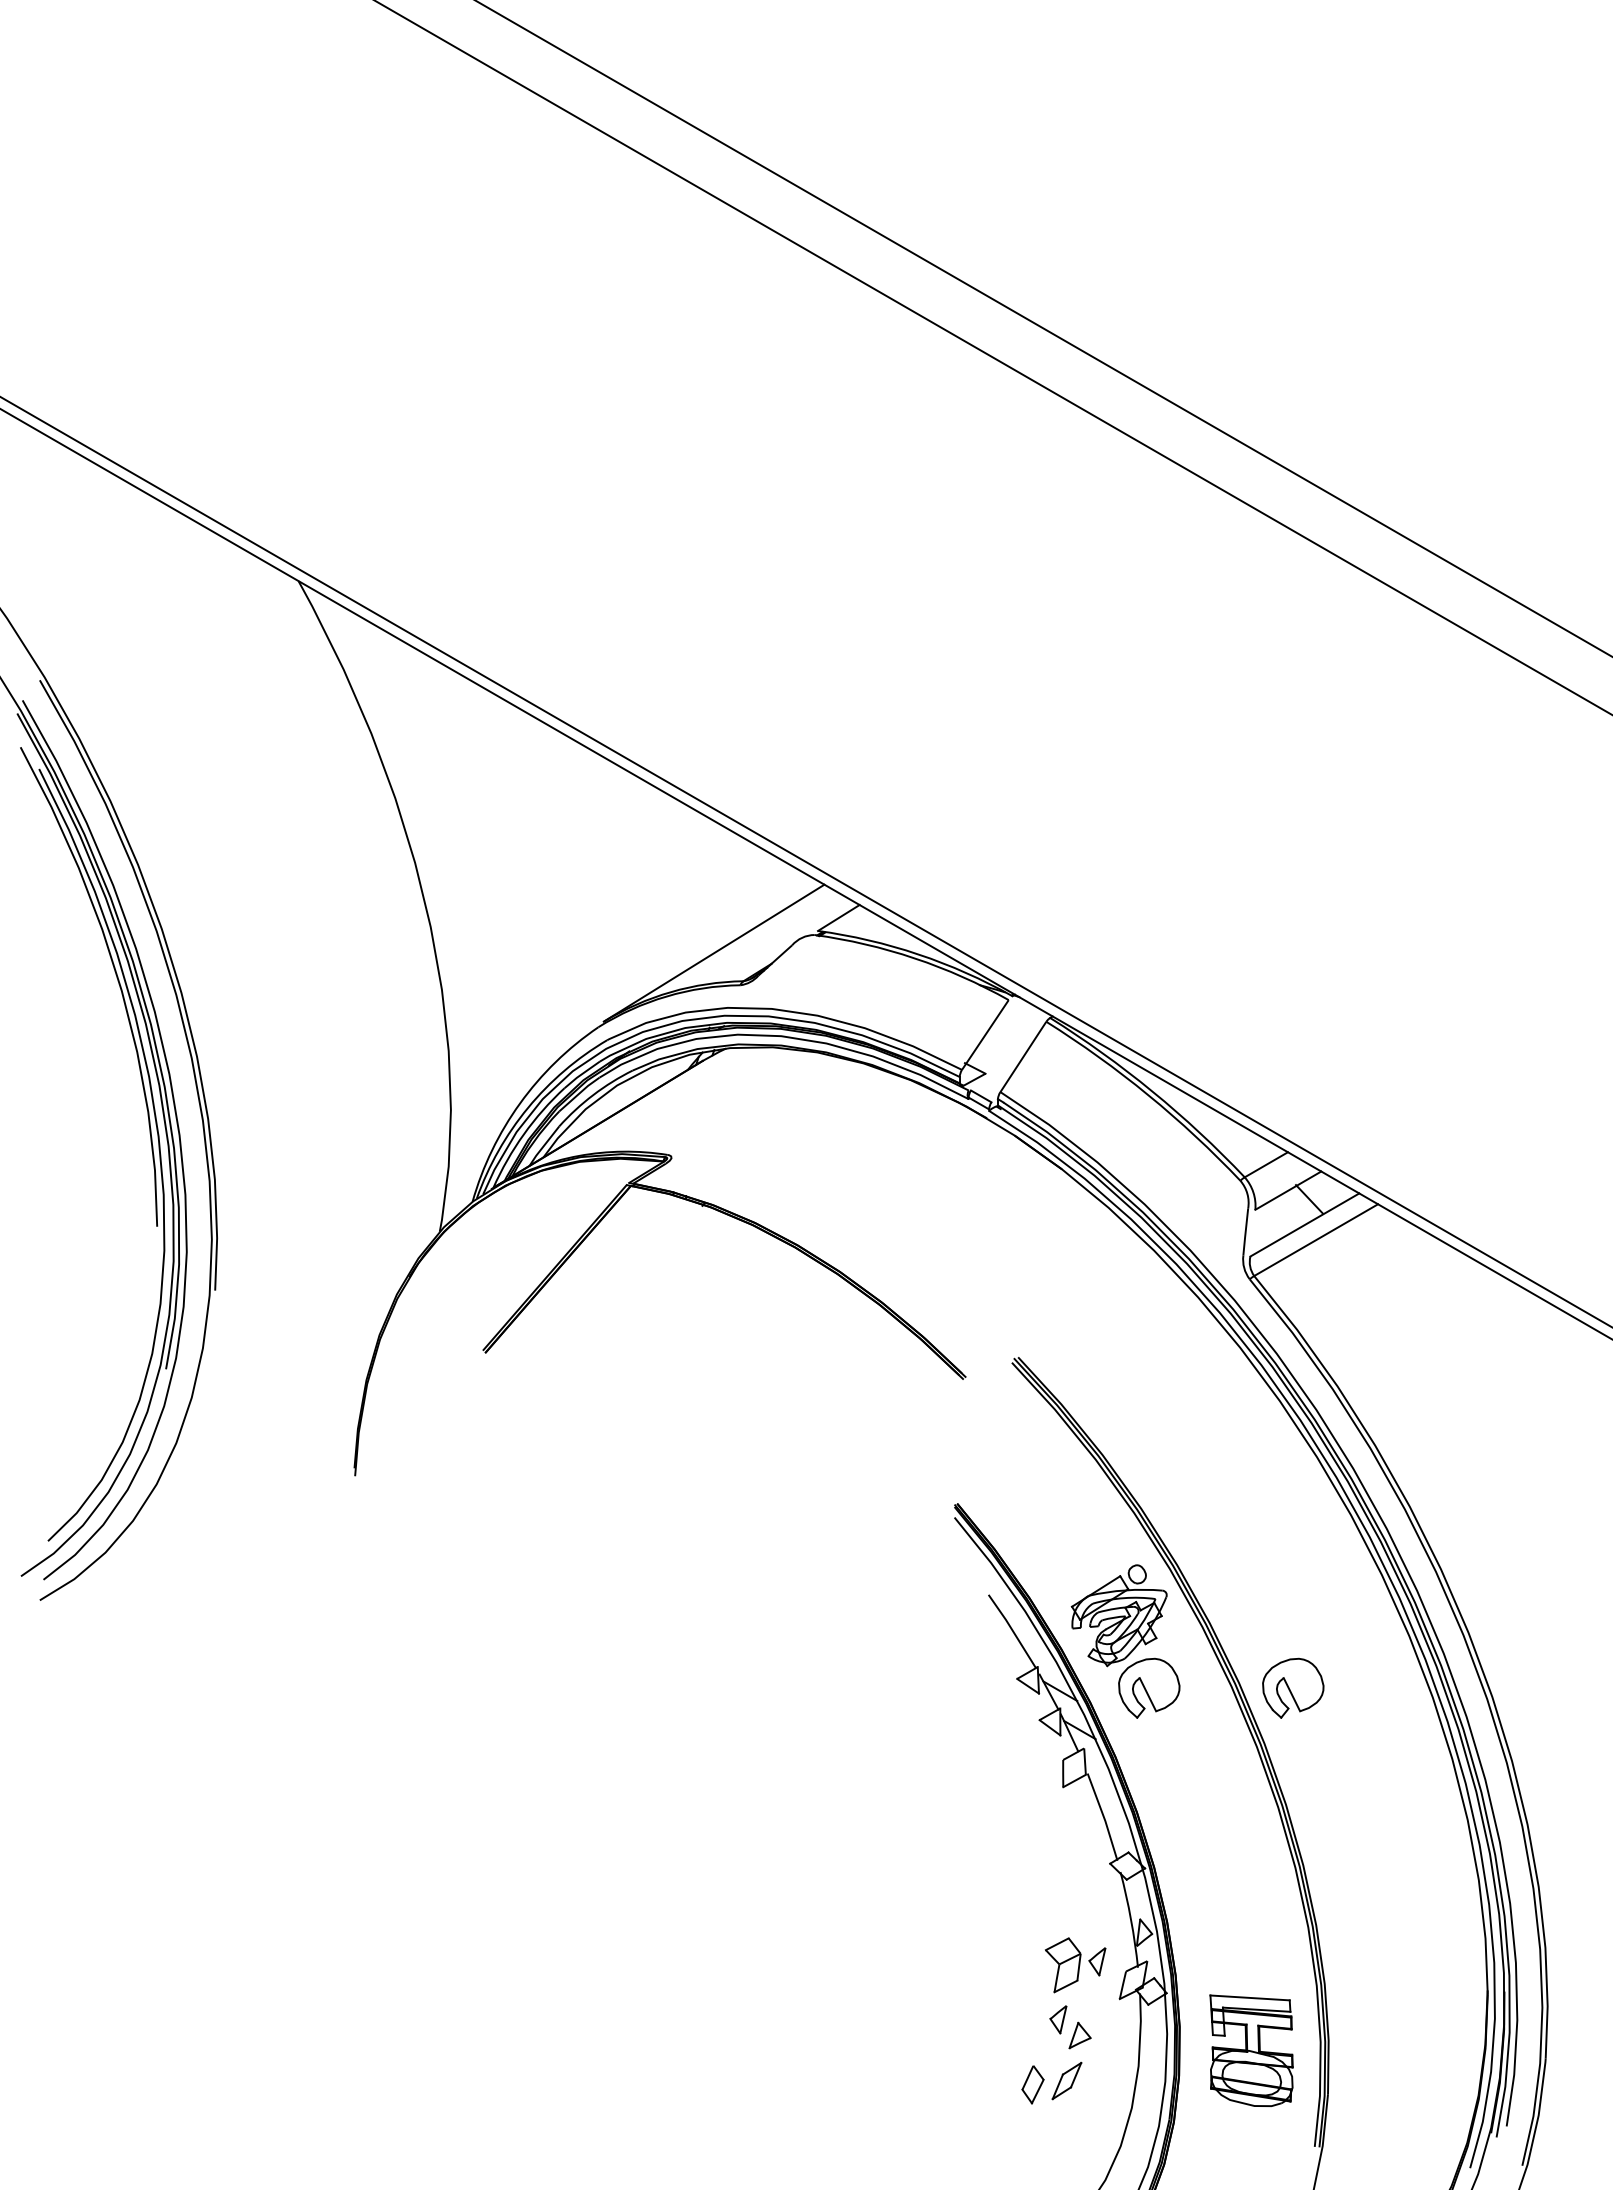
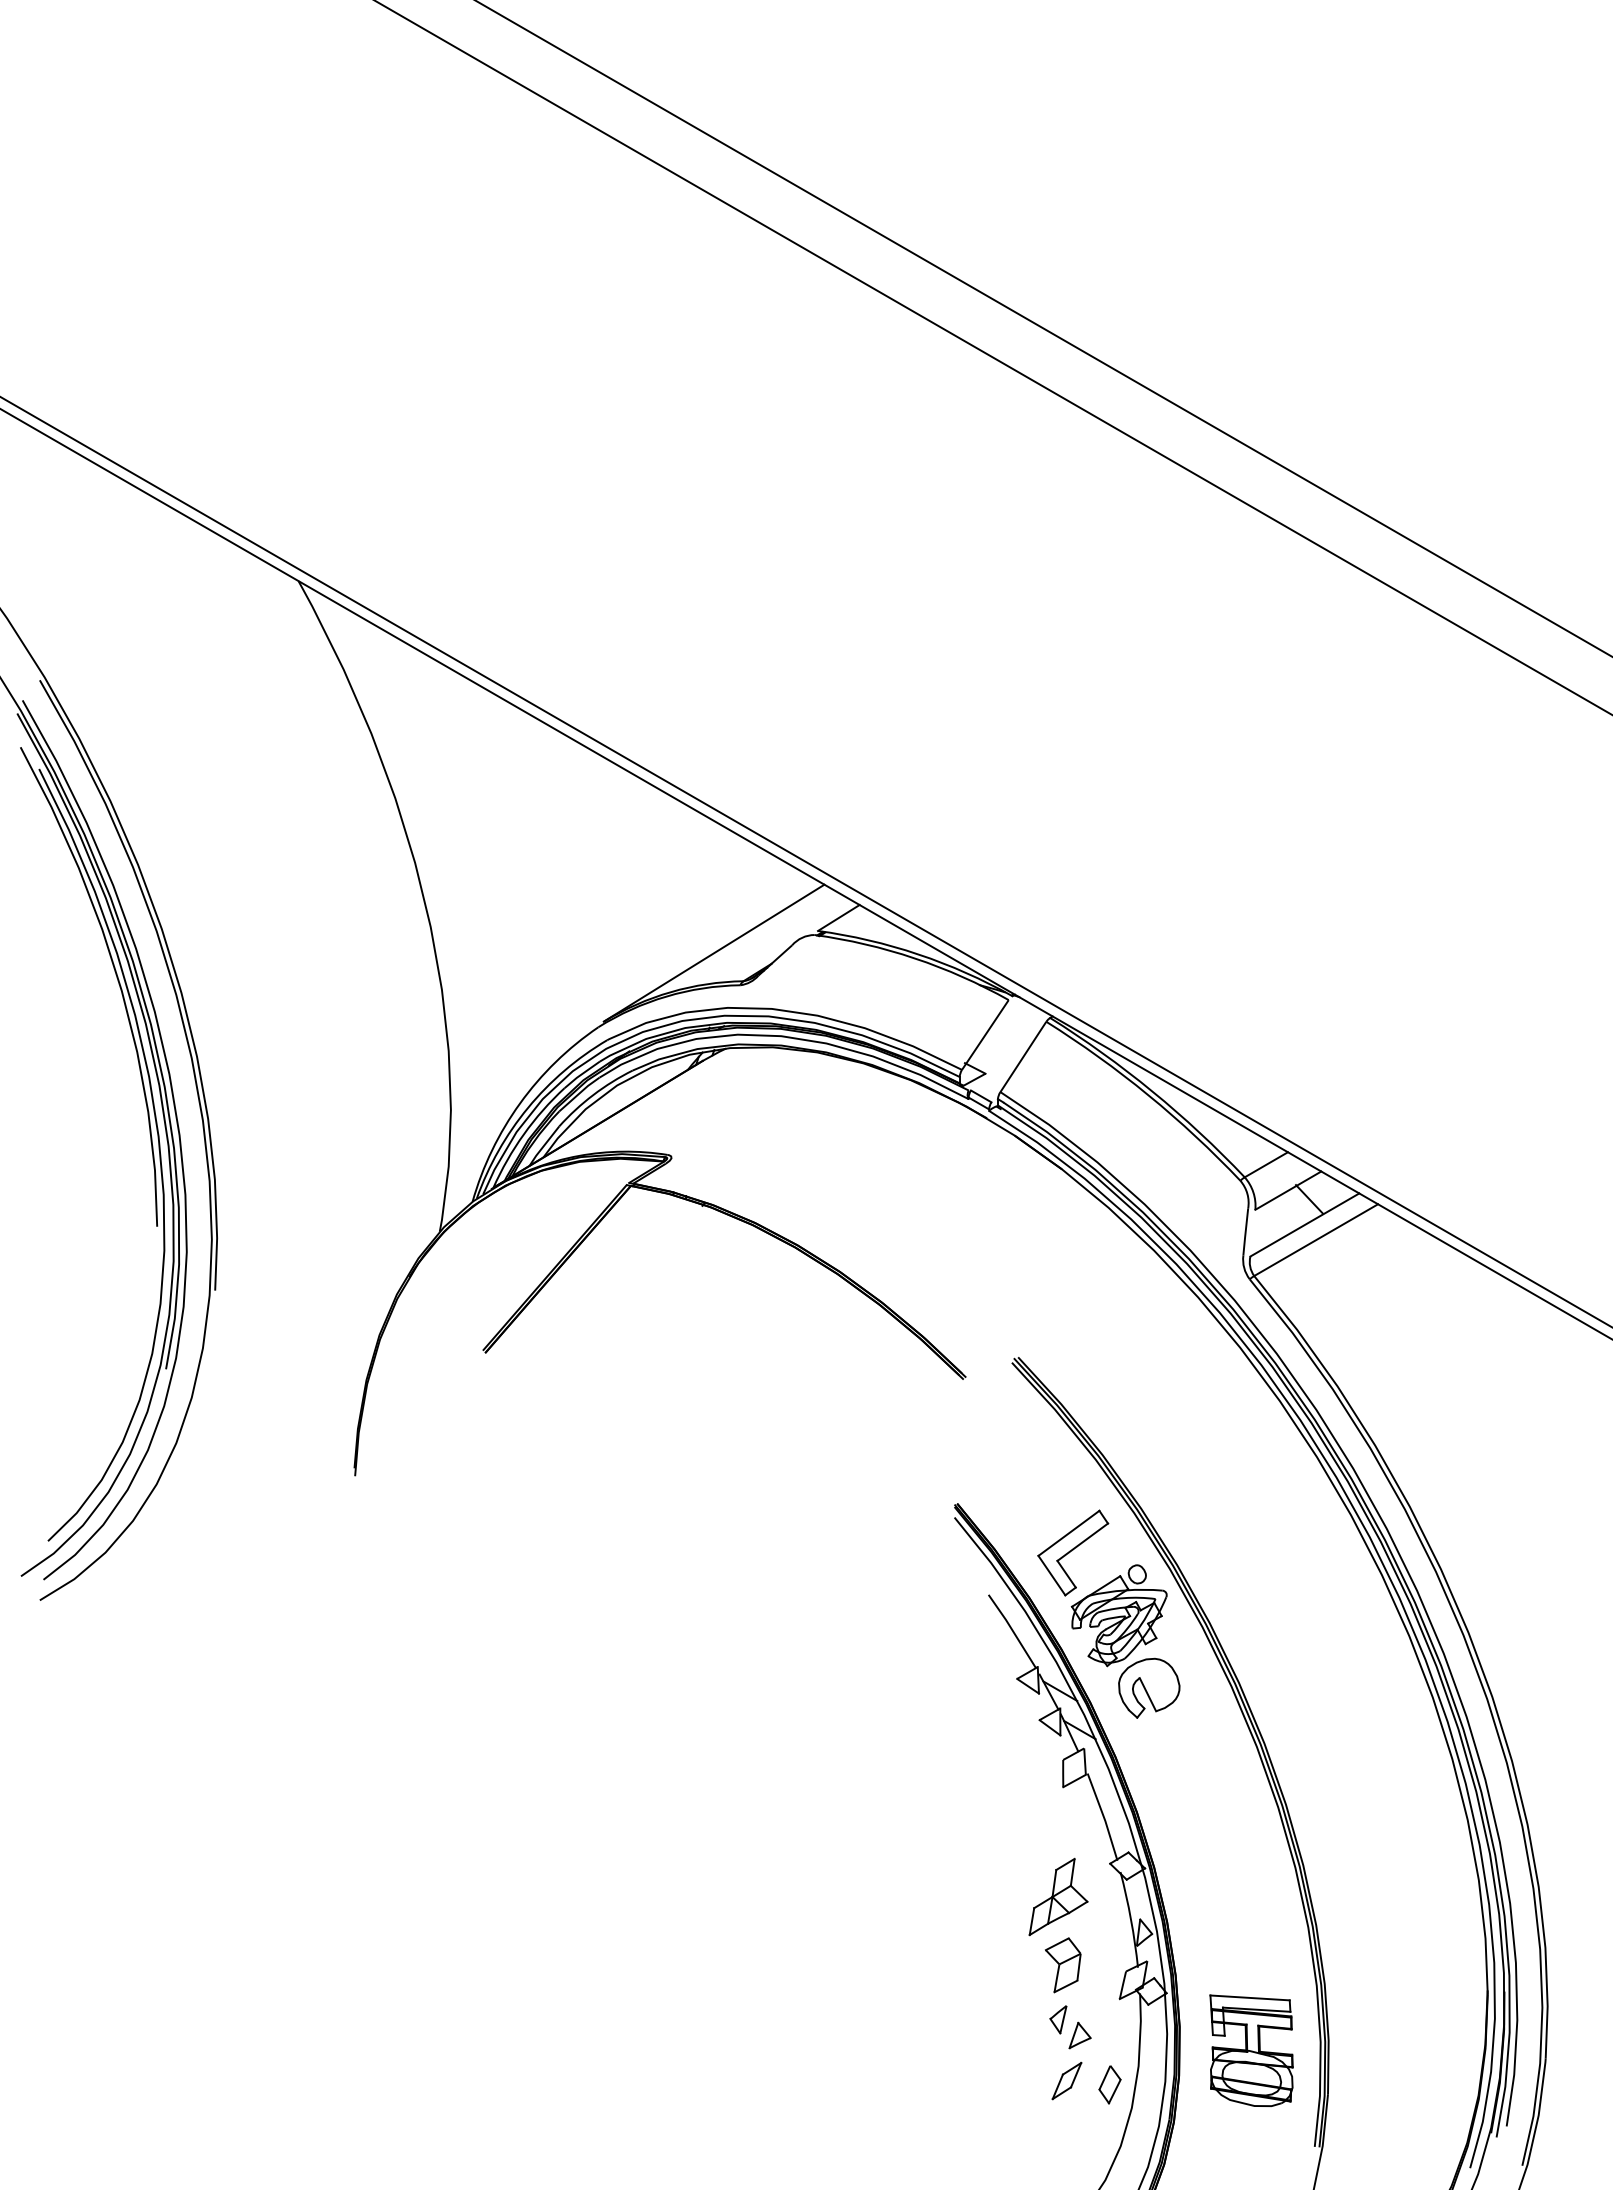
part at (1073, 1552): none -> present
part at (1293, 1687): present -> none
part at (1058, 1896): none -> present
part at (1097, 1961): present -> none
part at (1032, 2084) position: (1032, 2084) -> (1109, 2084)
